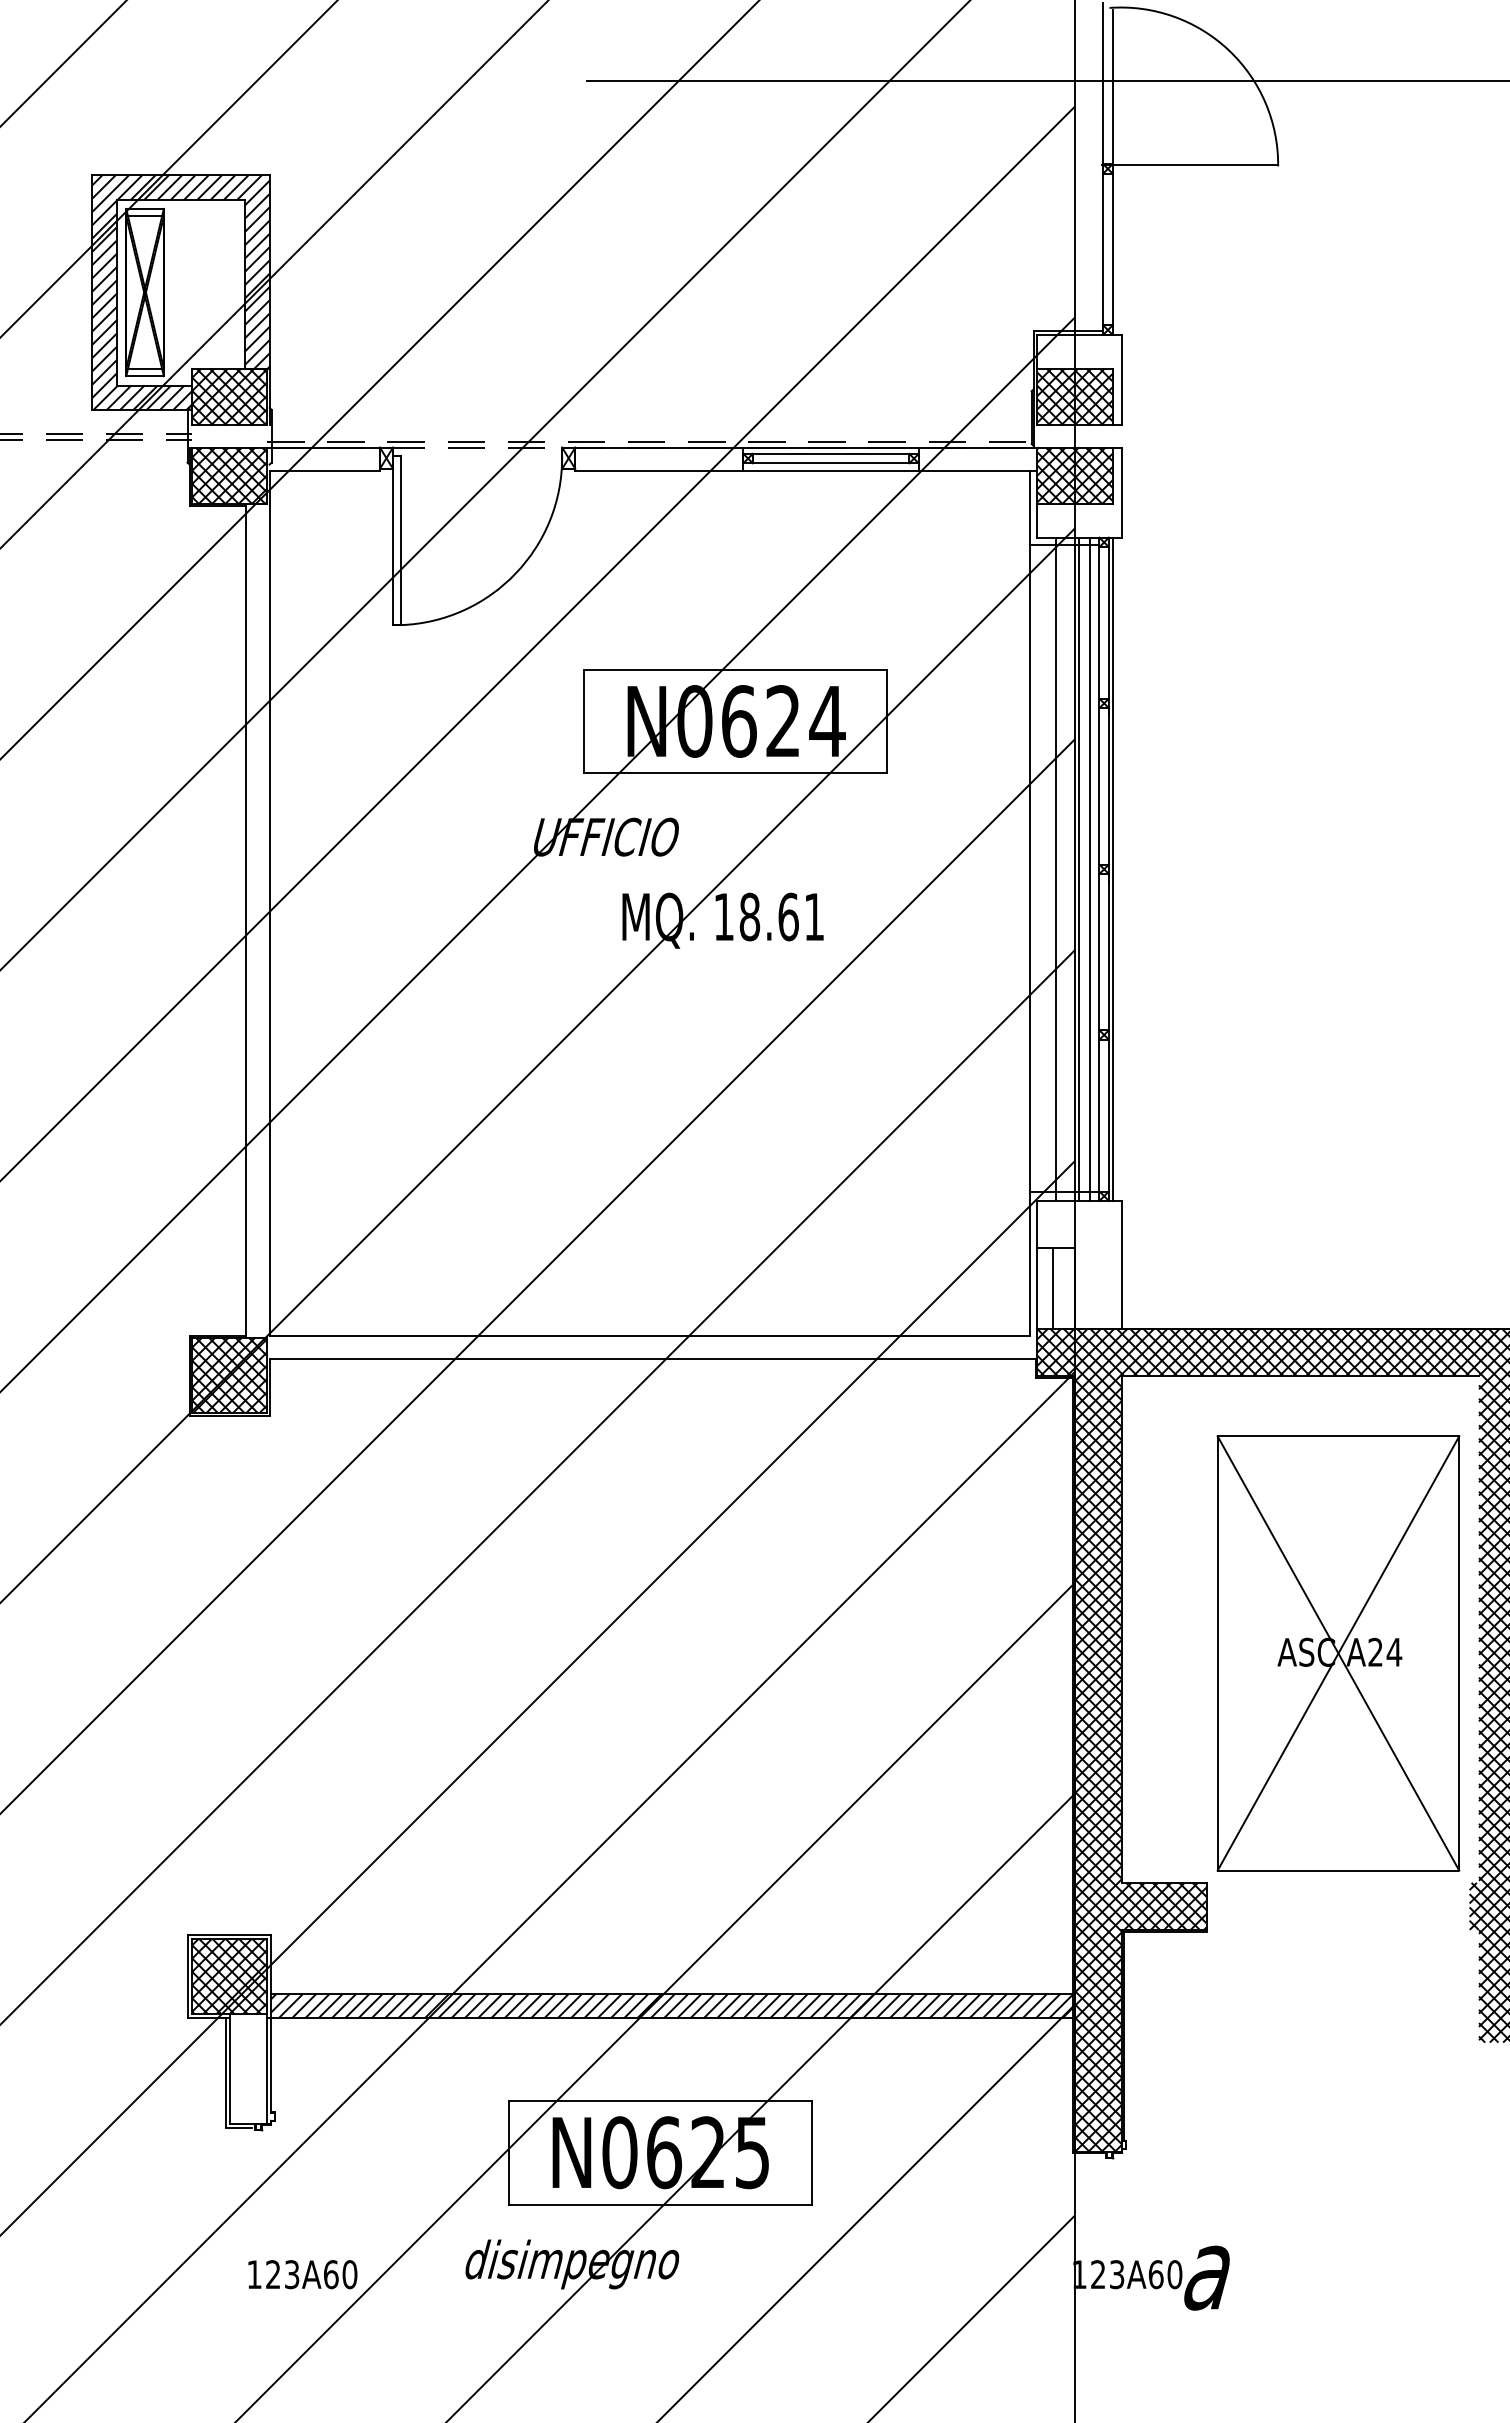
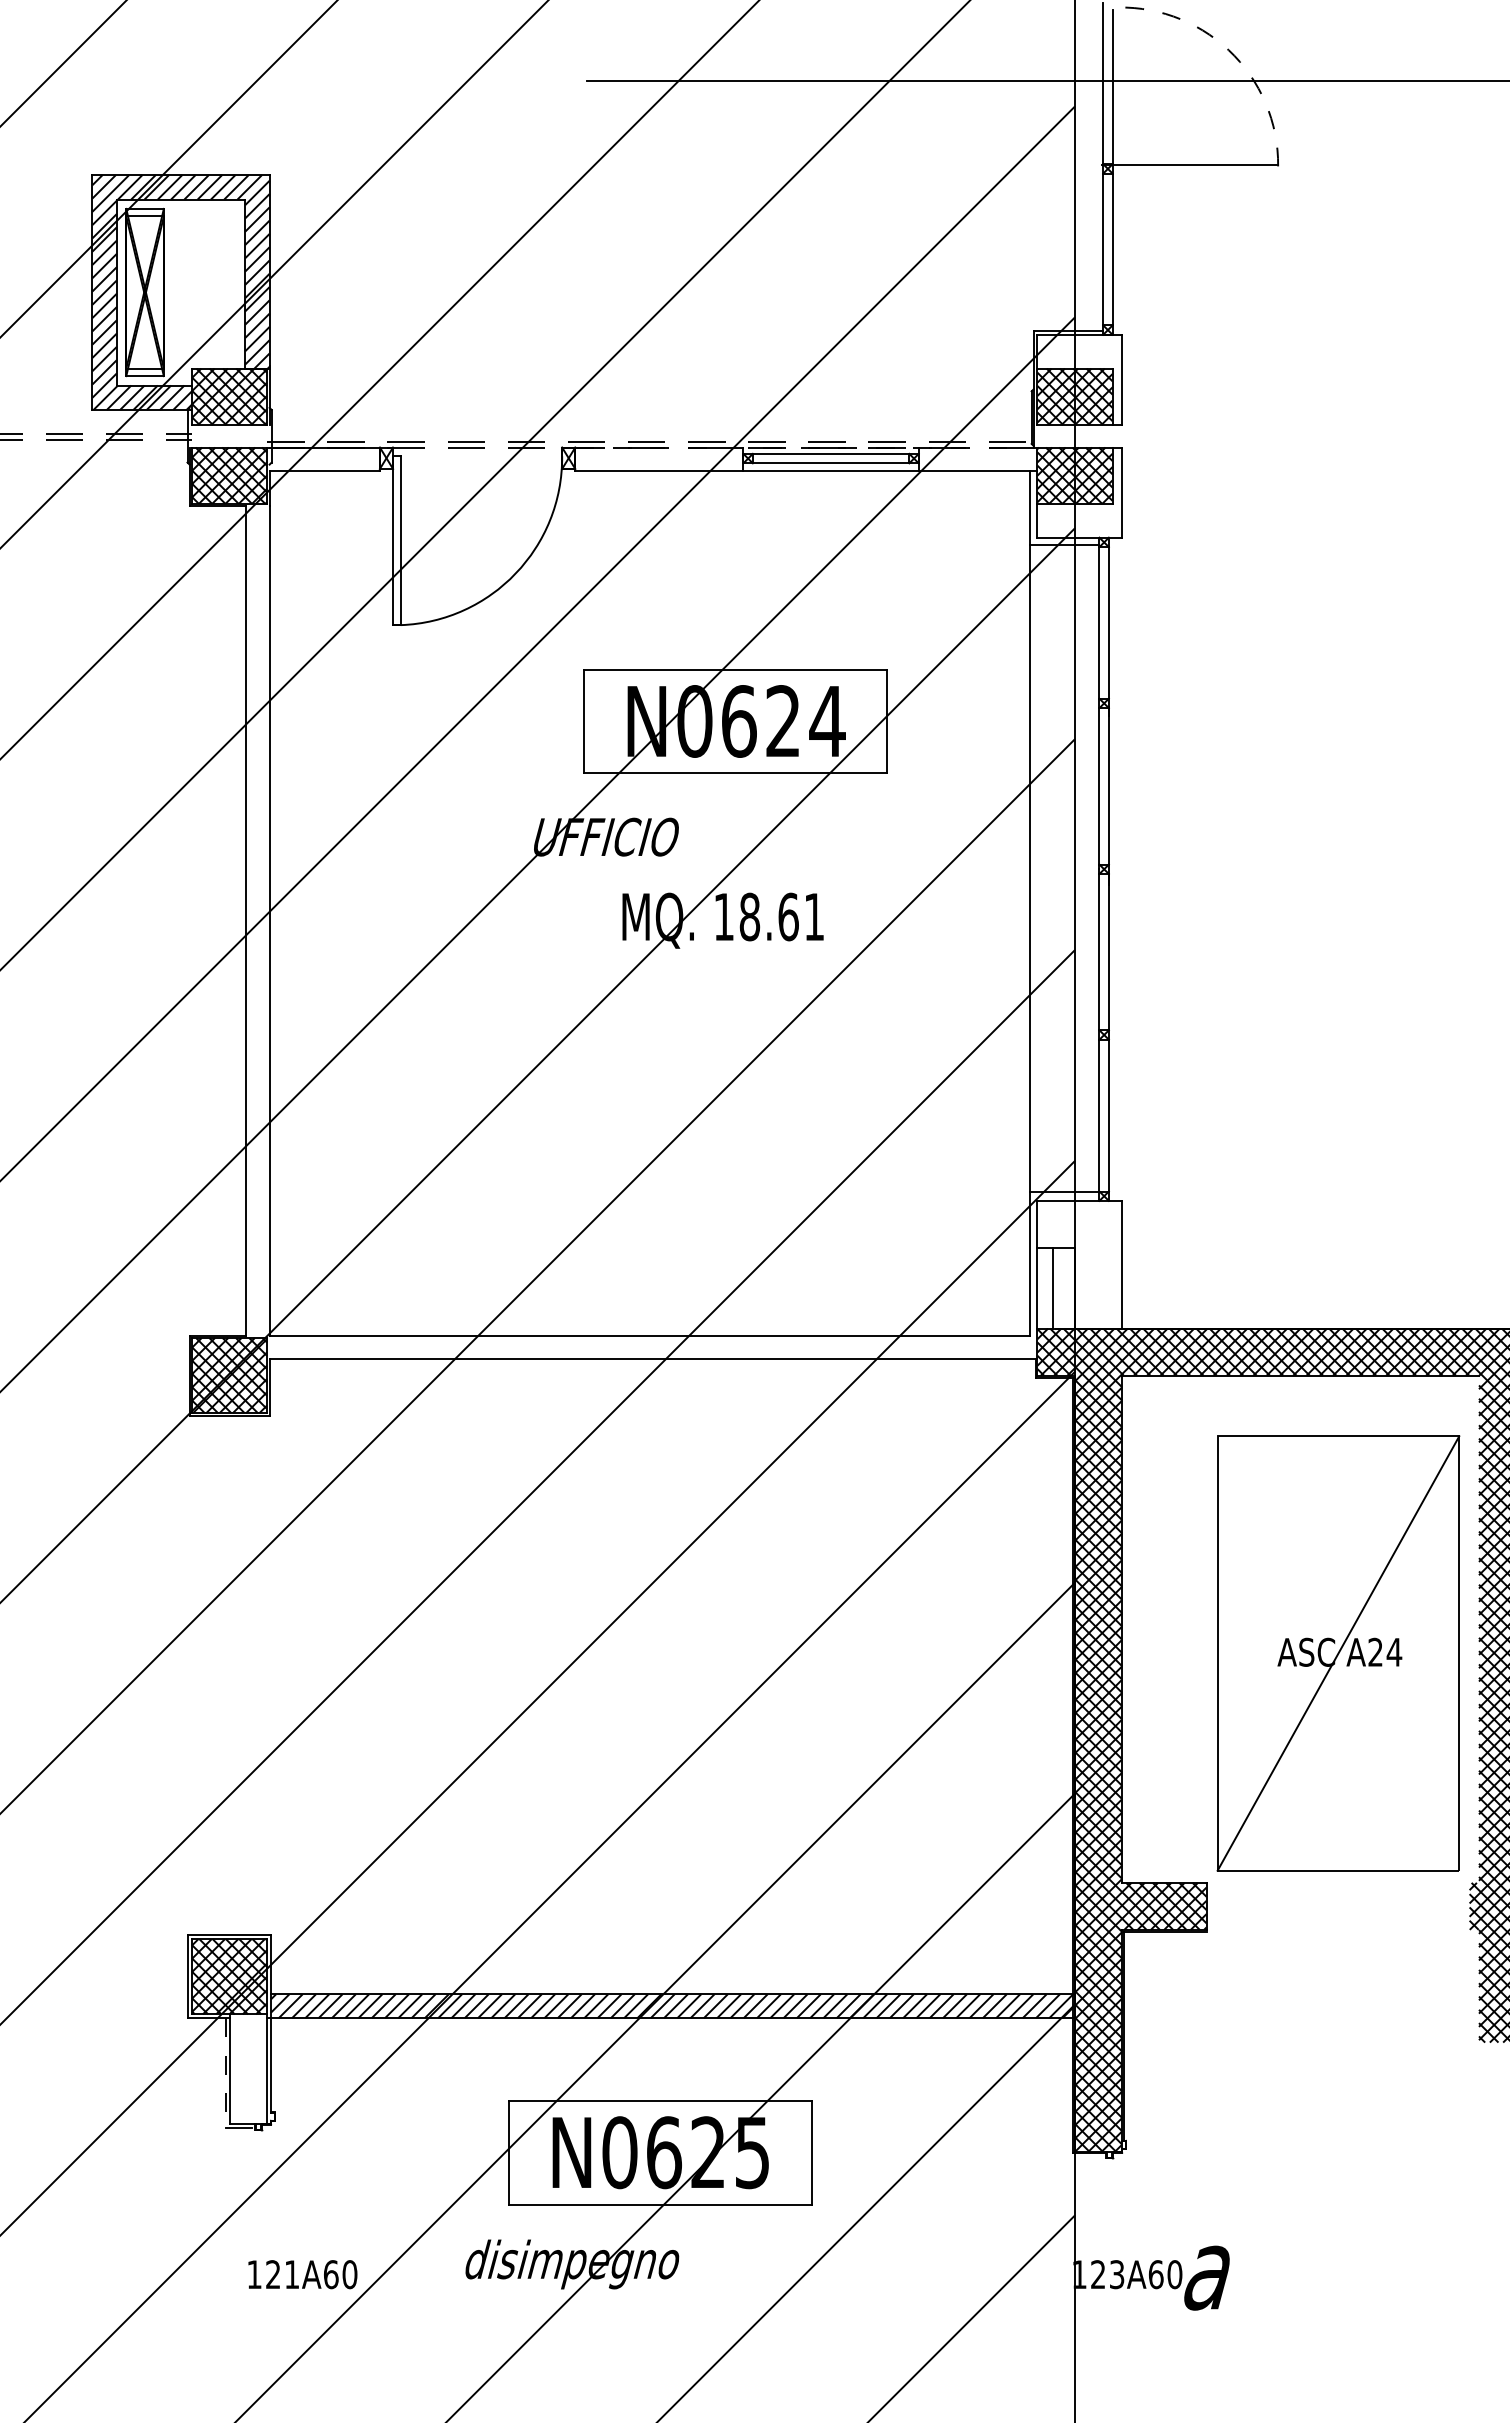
arc at (1228, 50): solid -> dashed
line at (806, 447): solid -> dashed
line at (1056, 868): present -> none
line at (1078, 868): present -> none
line at (1090, 868): present -> none
line at (1112, 868): present -> none
line at (1338, 1653): present -> none
line at (225, 2073): solid -> dashed
text at (292, 2274): 123A60 -> 121A60
